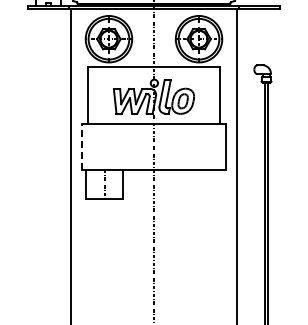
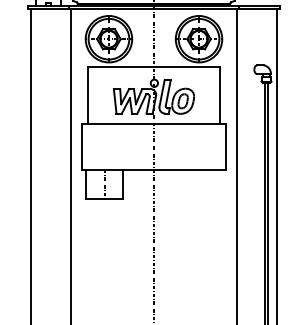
line at (82, 146): dashed -> solid
line at (30, 164): none -> present
line at (277, 164): none -> present
